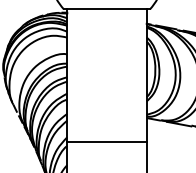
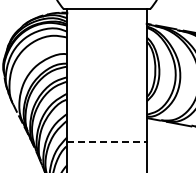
line at (106, 141): solid -> dashed
